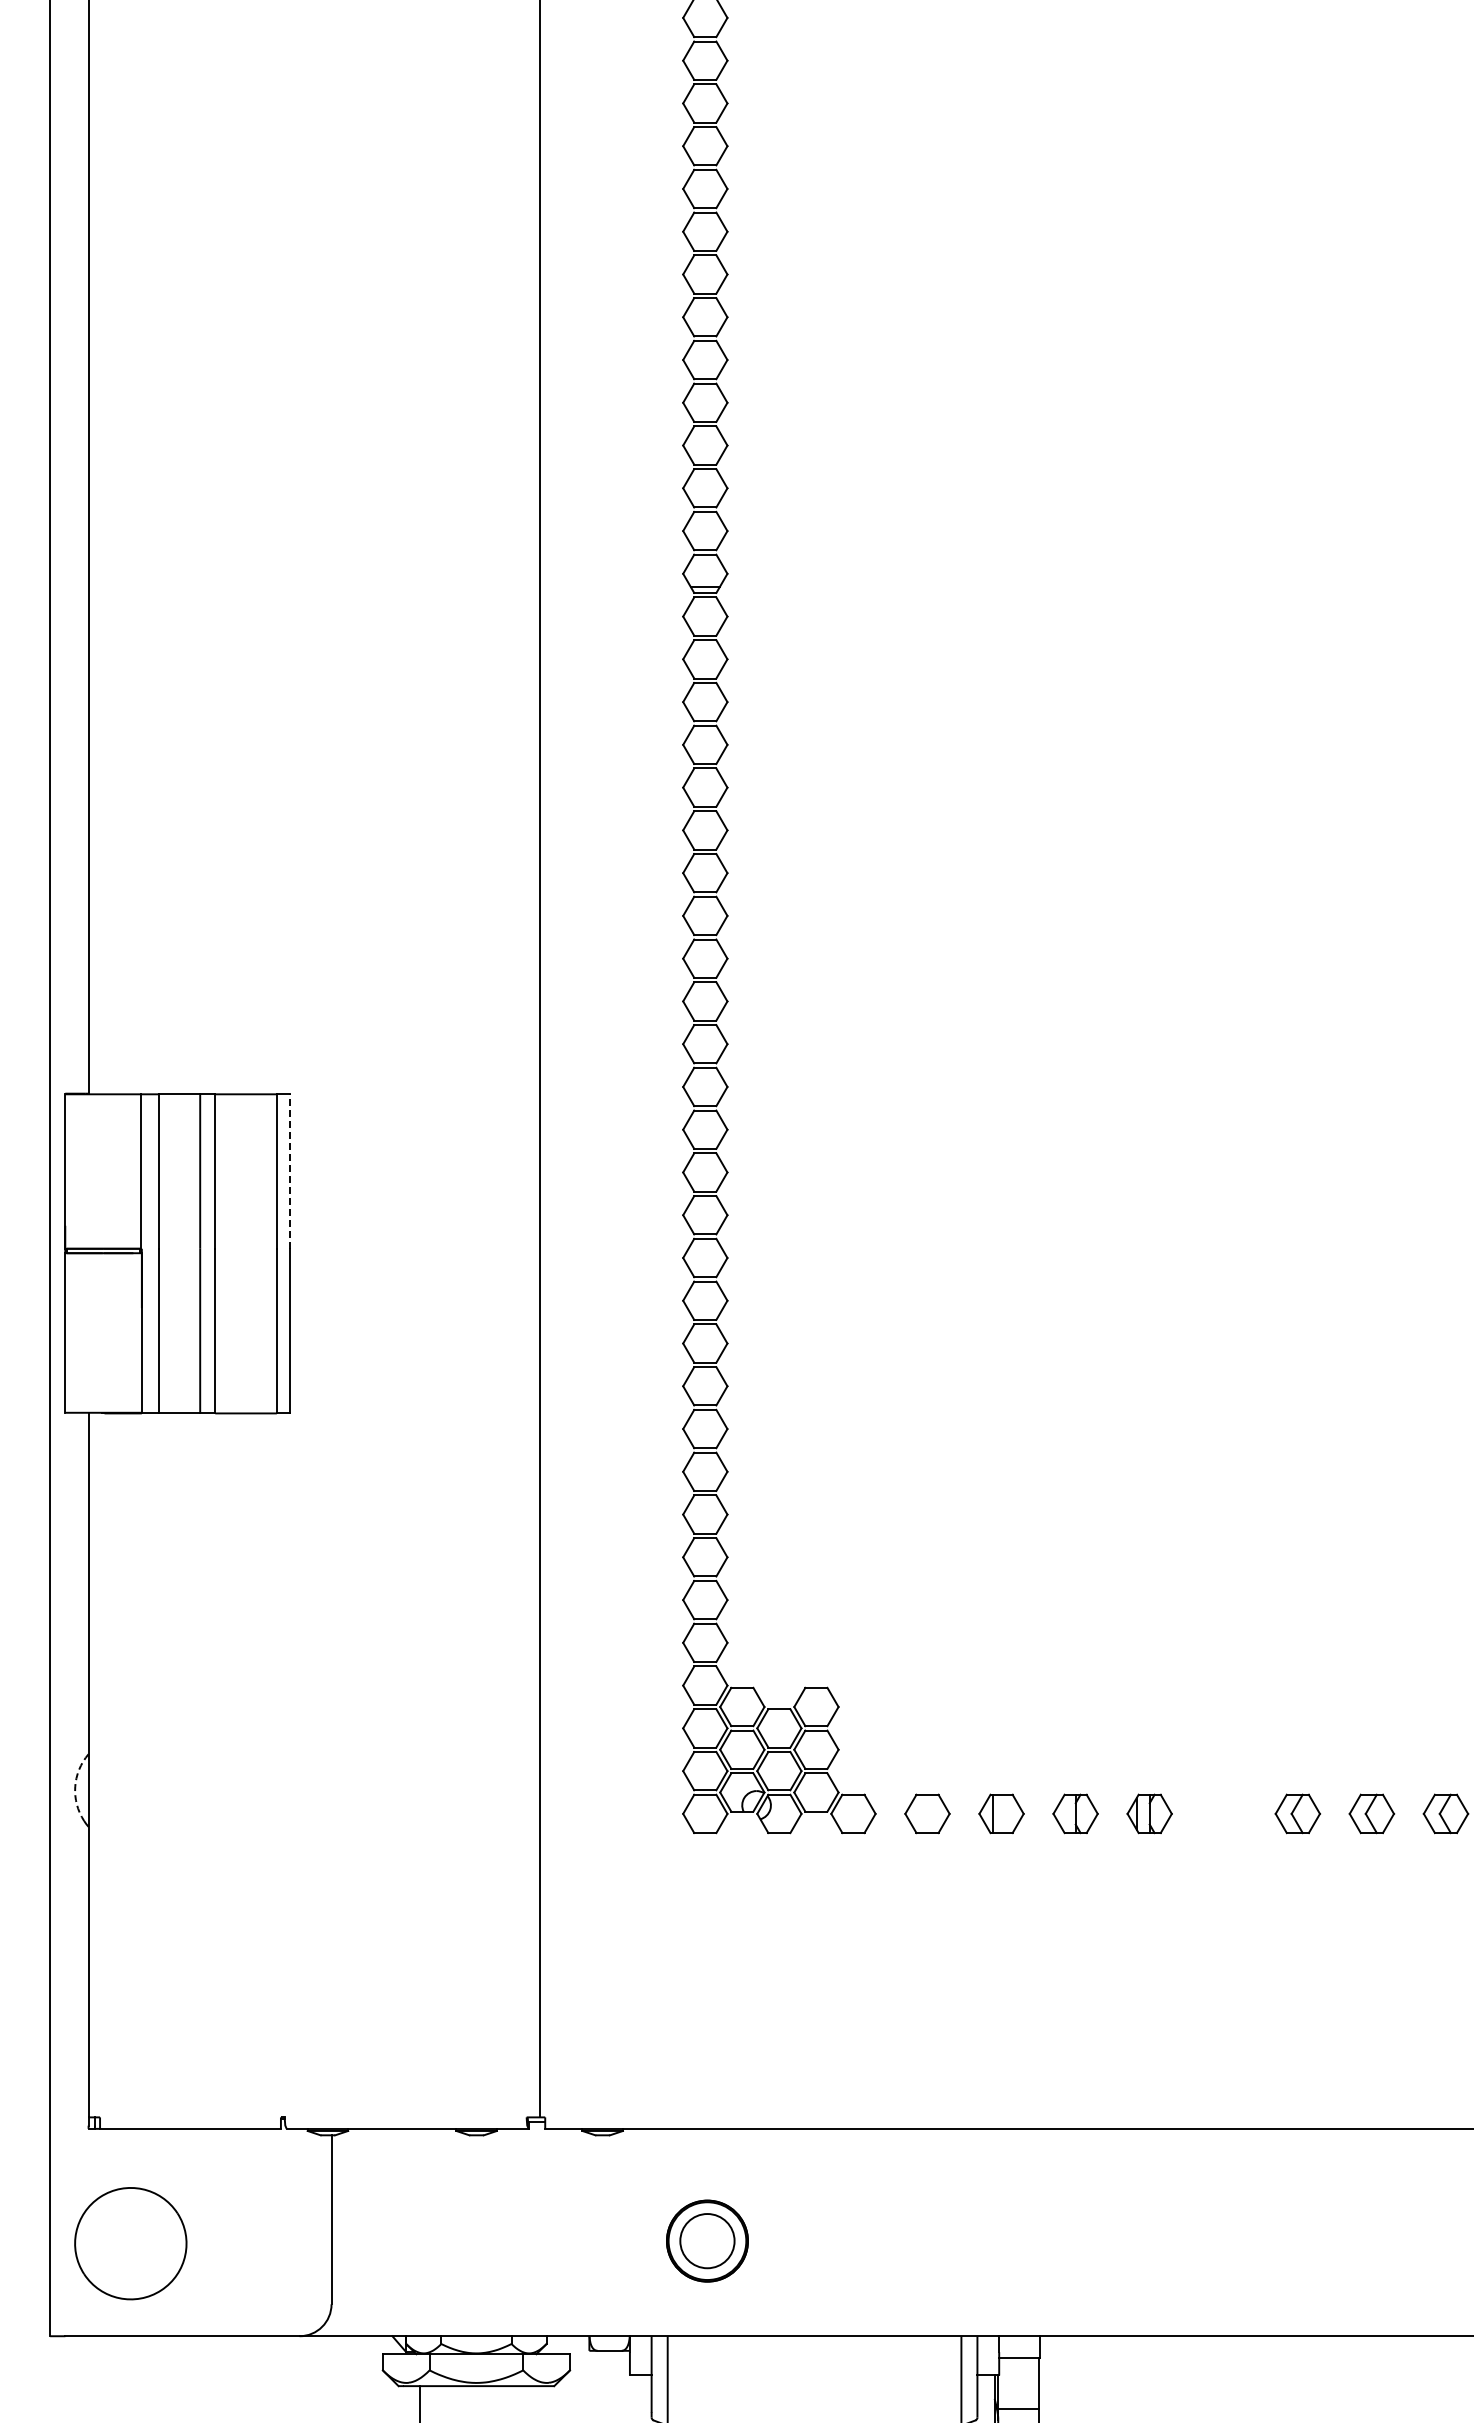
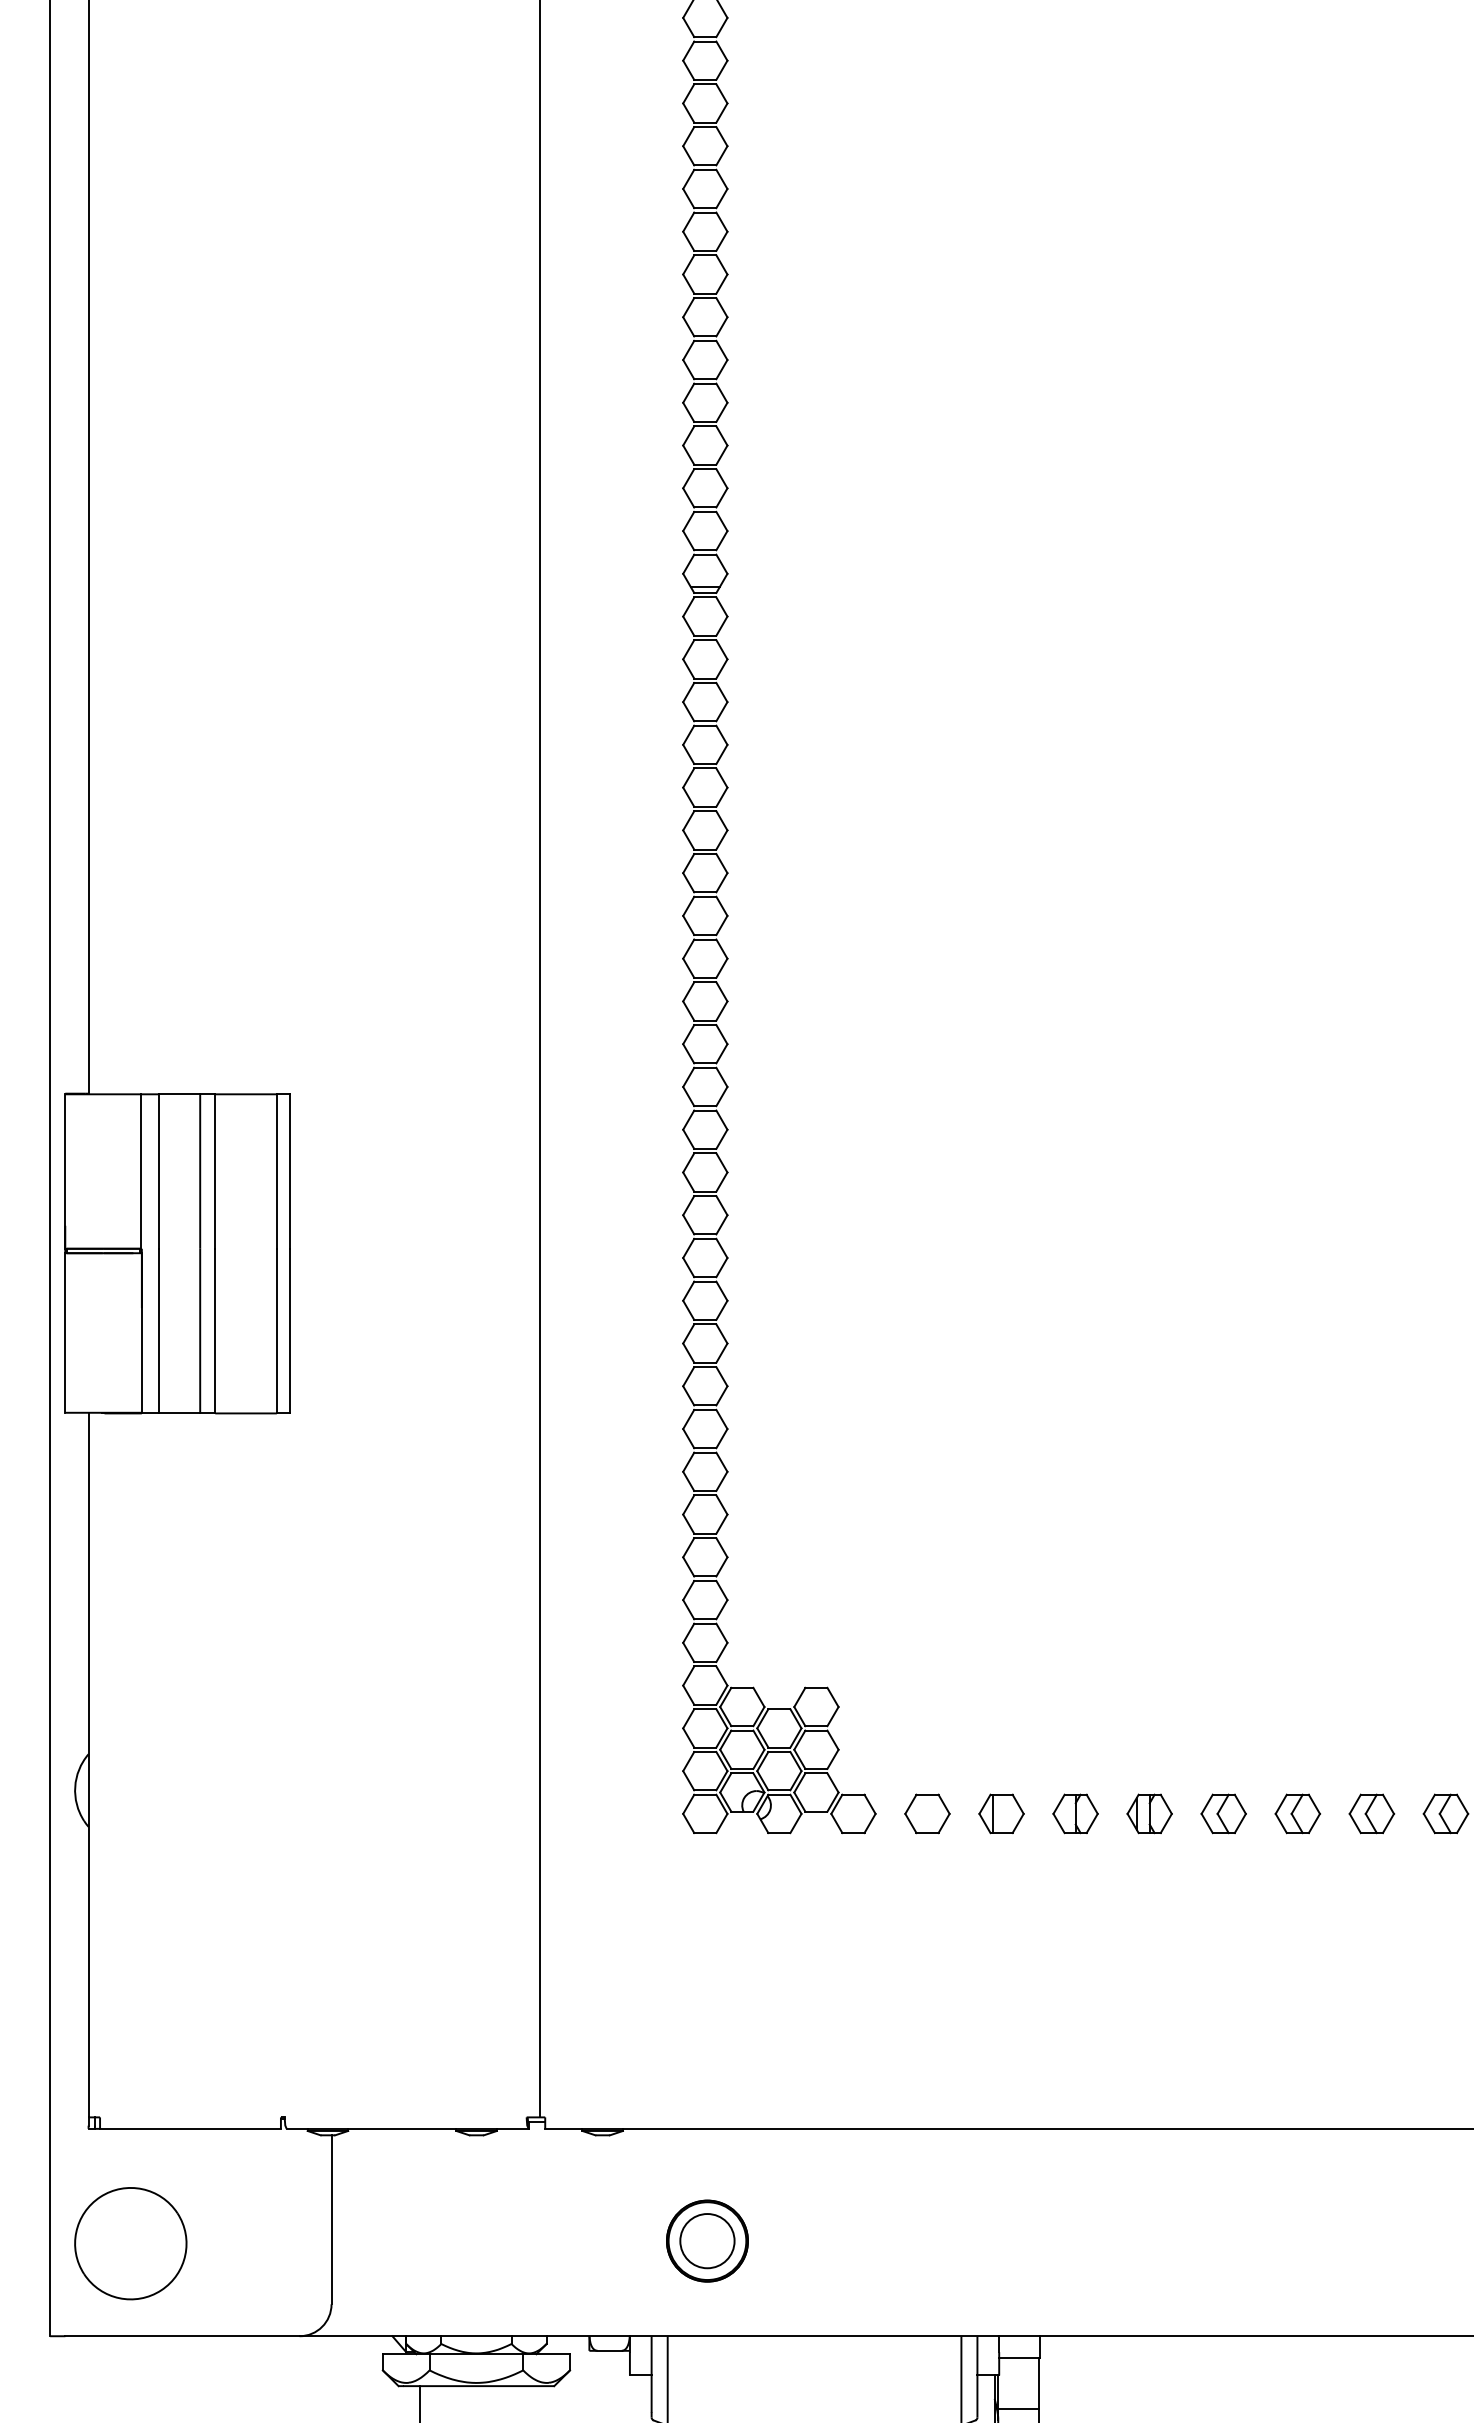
line at (289, 1171): dashed -> solid
arc at (75, 1786): dashed -> solid
part at (1223, 1813): none -> present
